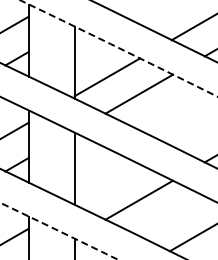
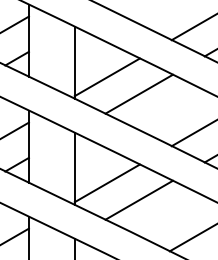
arc at (118, 47): dashed -> solid
line at (192, 133): none -> present
line at (106, 183): none -> present
arc at (59, 231): dashed -> solid
